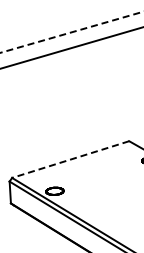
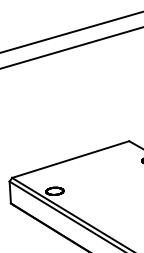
line at (71, 32): dashed -> solid
line at (70, 159): dashed -> solid
